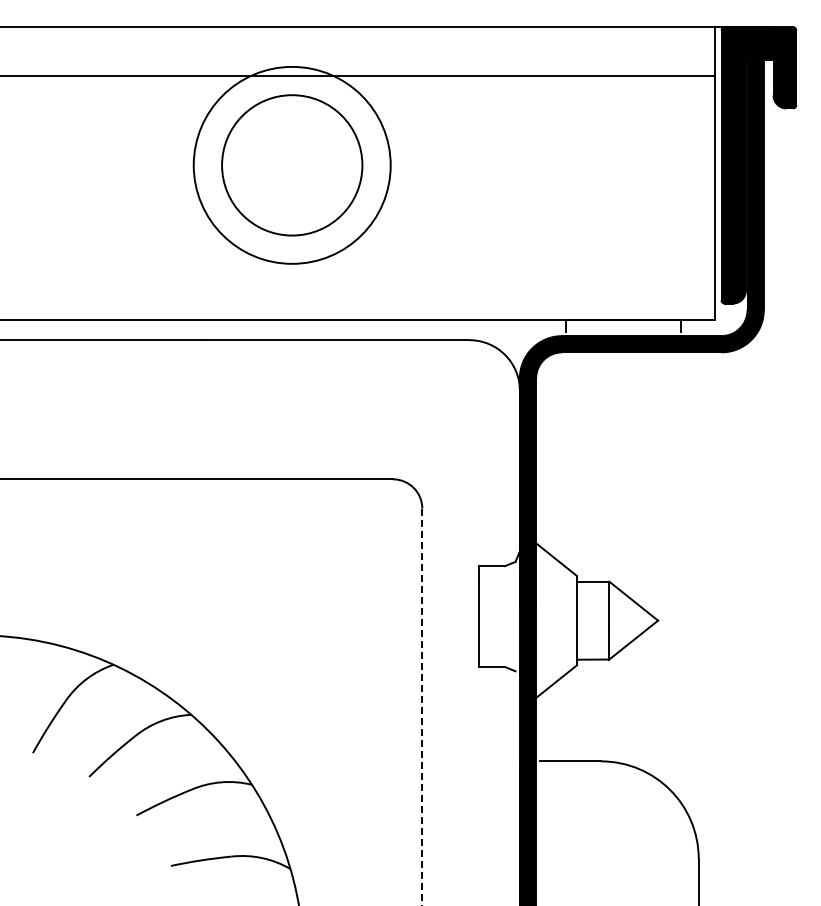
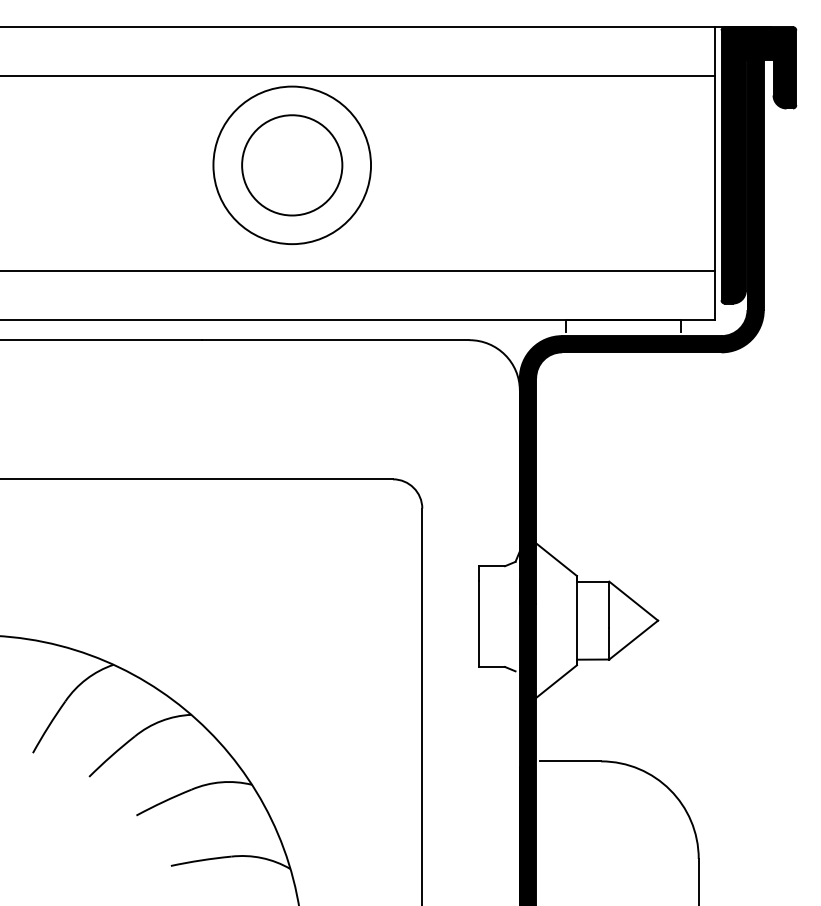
circle at (291, 164) diameter: 197 px -> 158 px
circle at (292, 165) diameter: 140 px -> 100 px
line at (358, 271): none -> present
line at (422, 707): dashed -> solid
